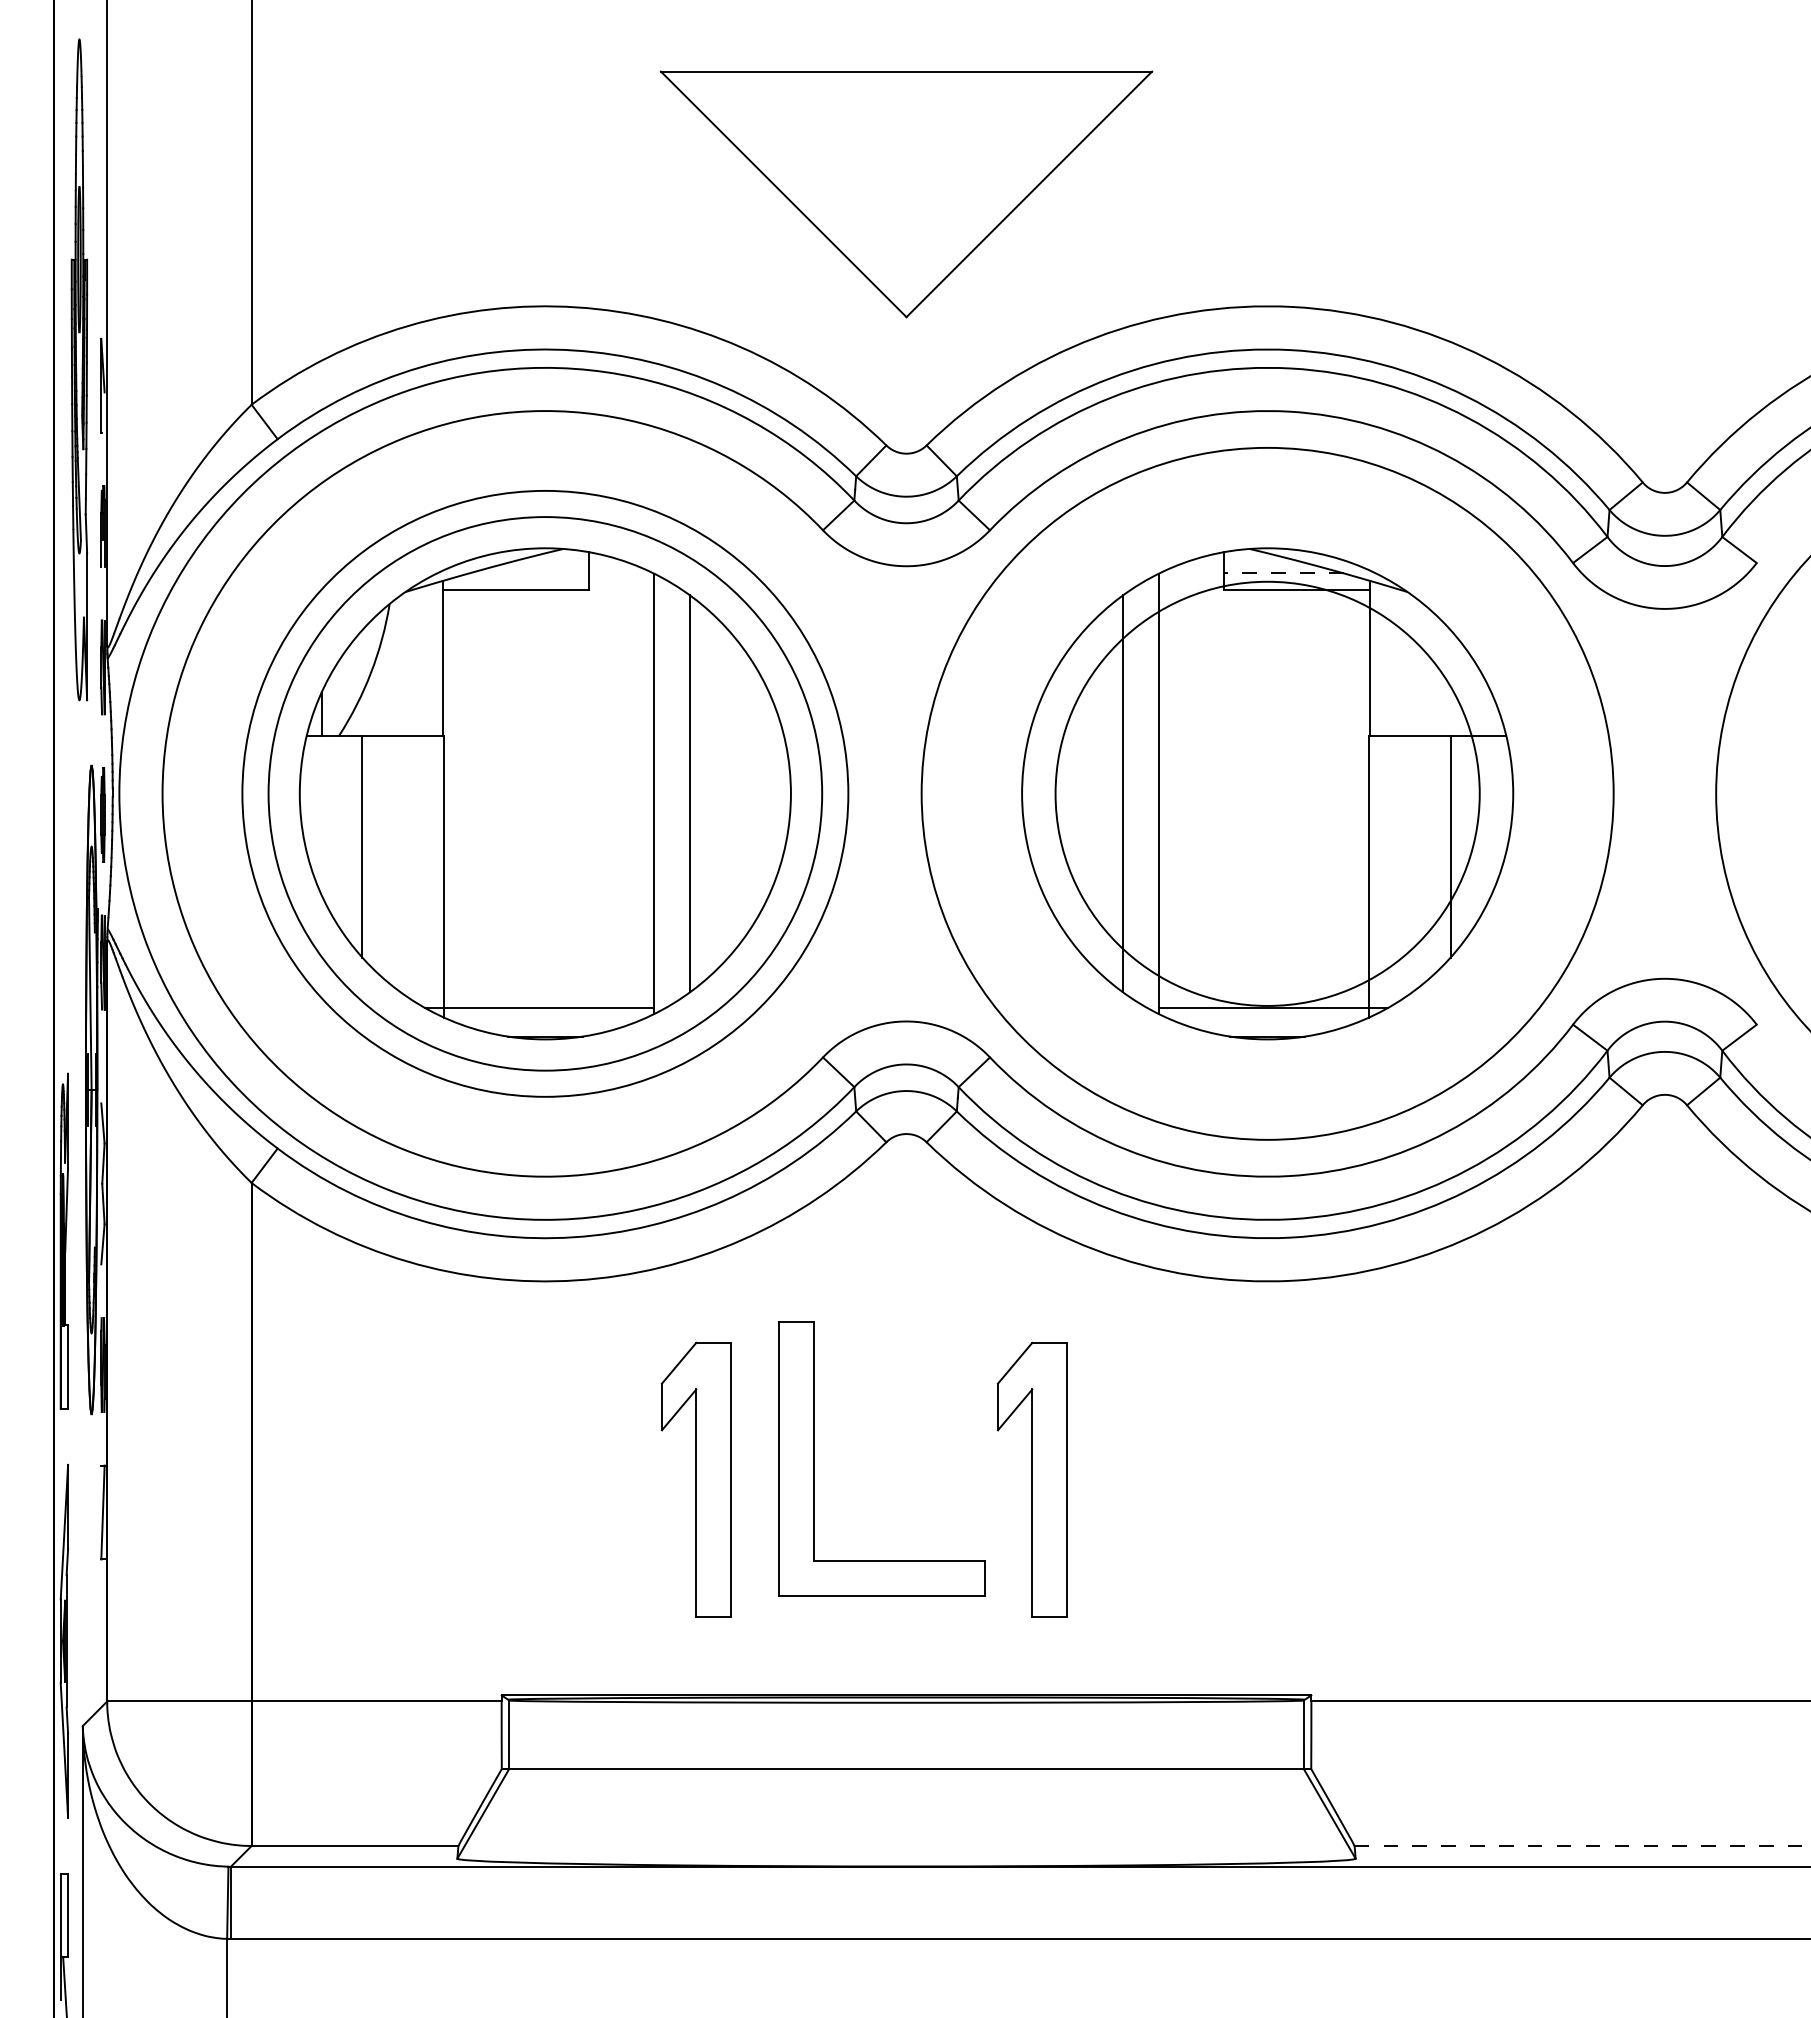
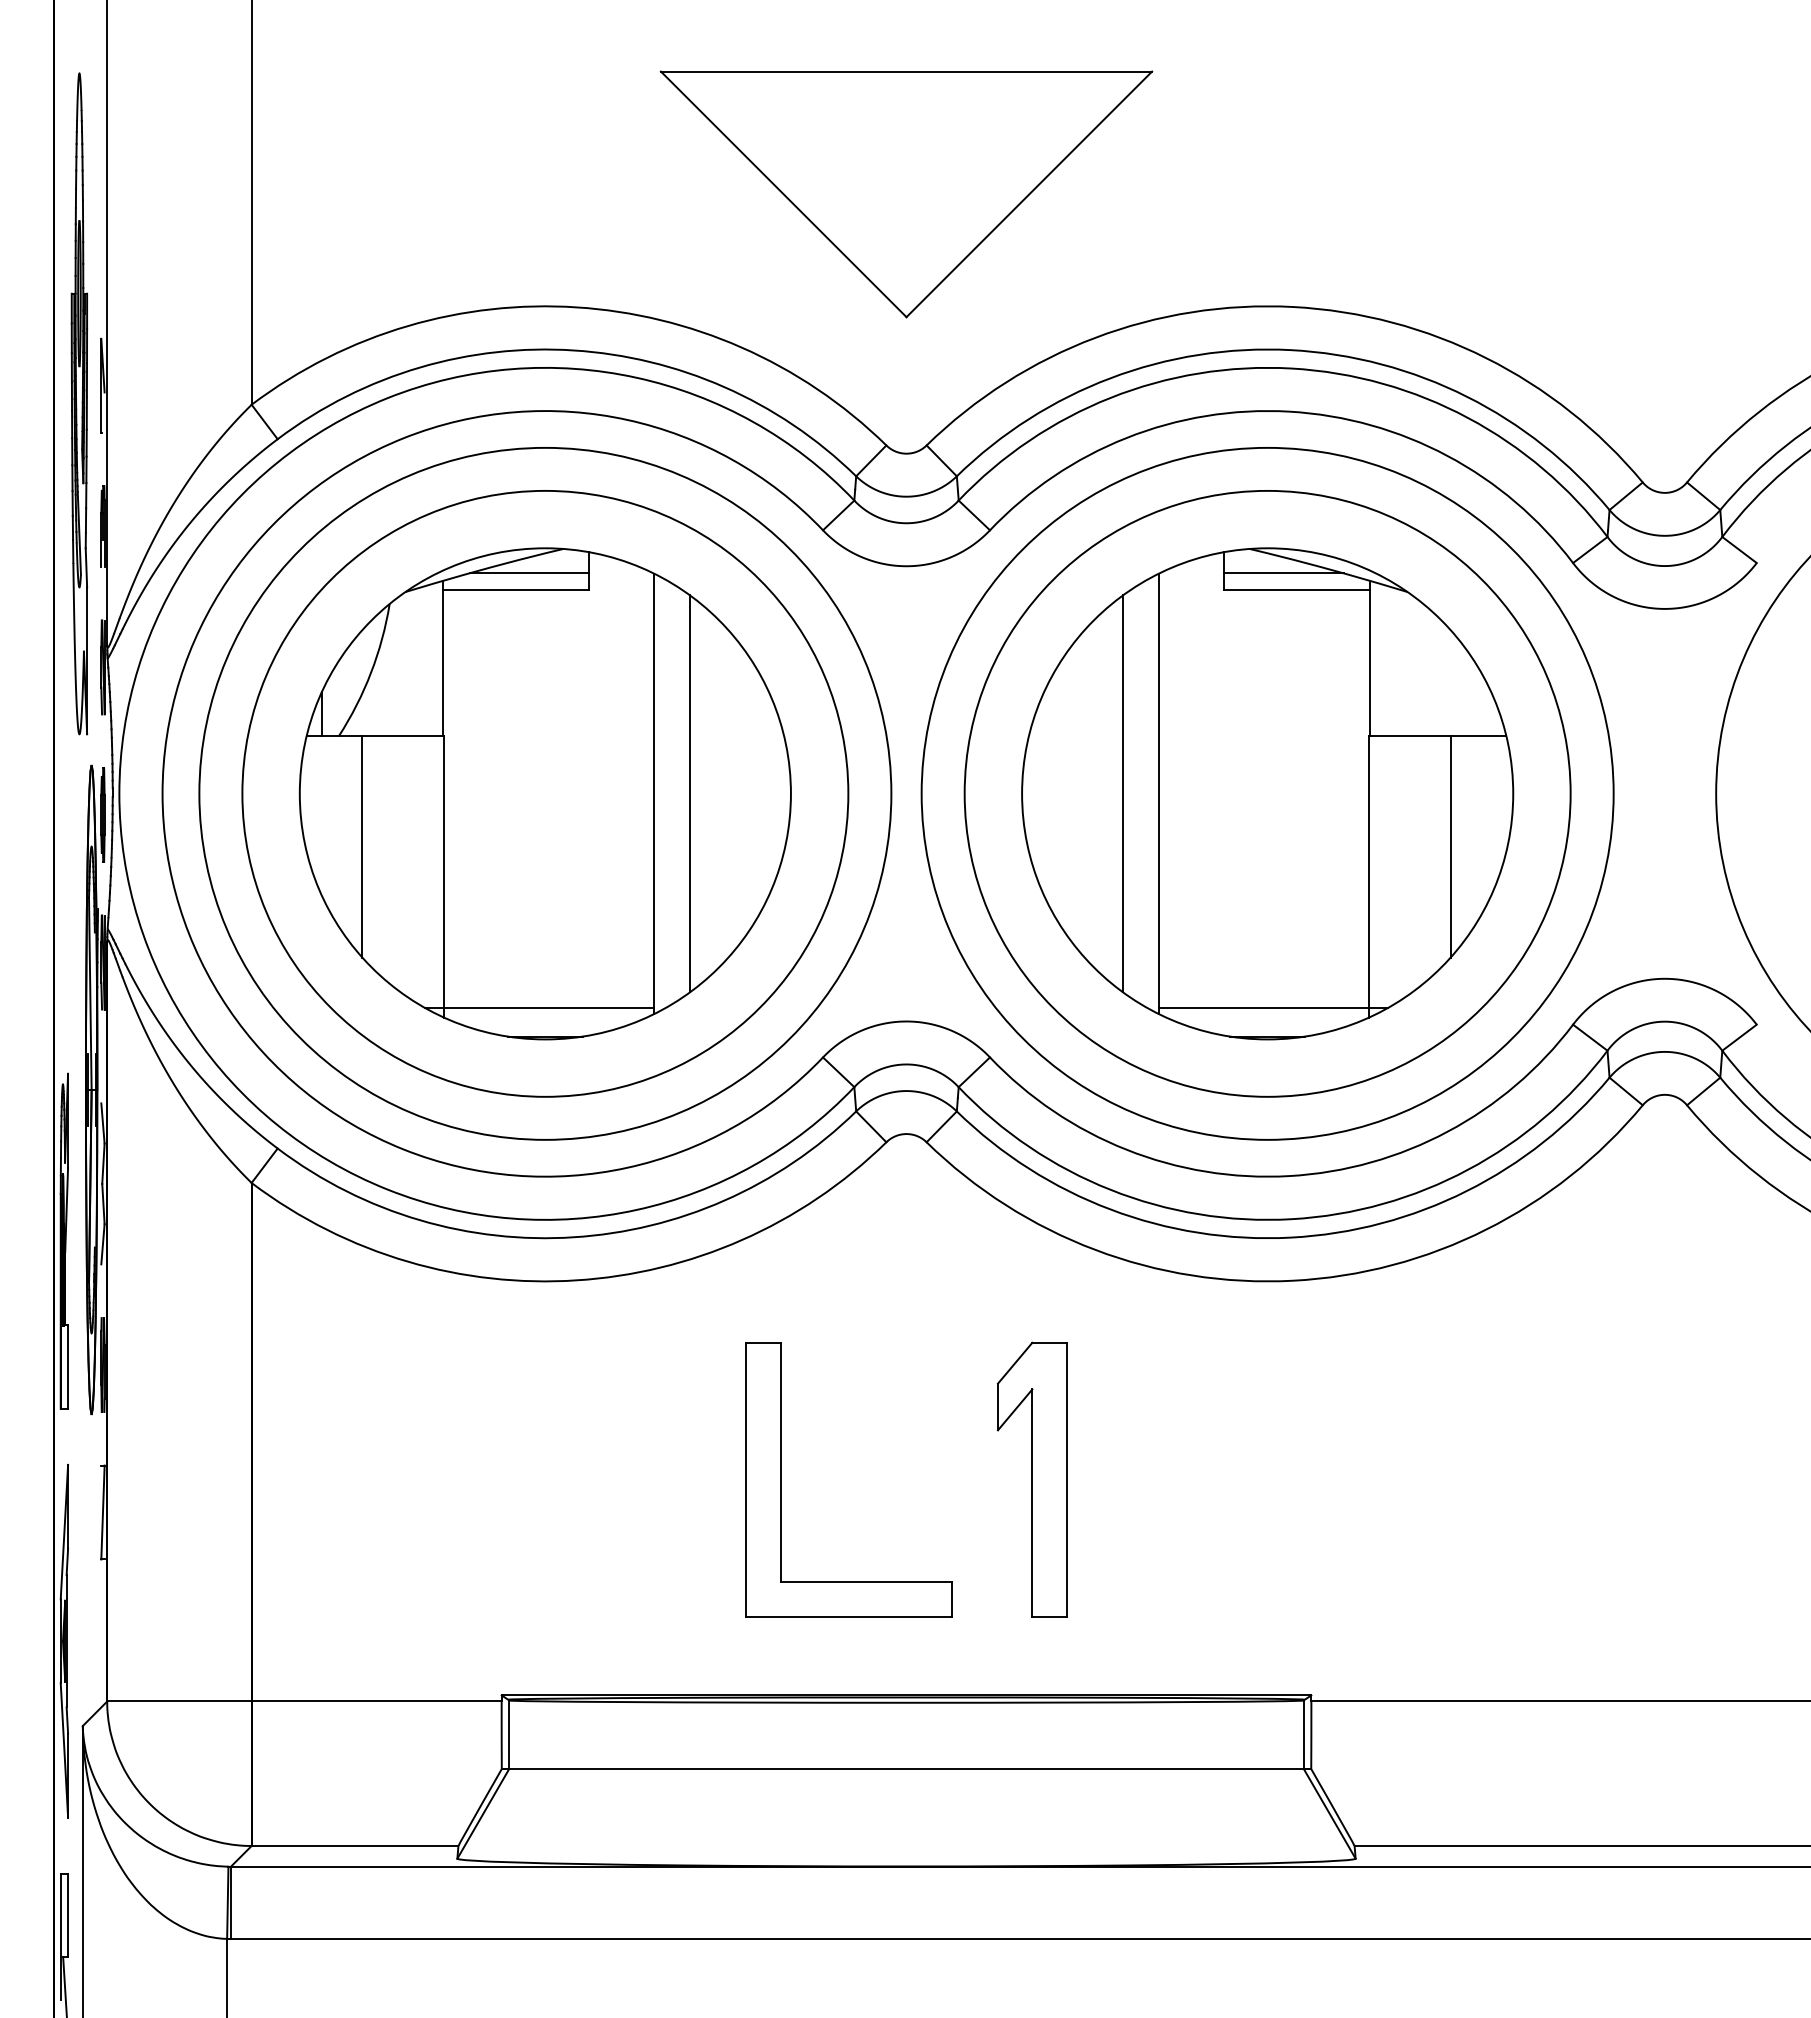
part at (79, 369) position: (79, 369) -> (79, 403)
line at (528, 573): none -> present
line at (1283, 573): dashed -> solid
circle at (545, 793) diameter: 554 px -> 692 px
circle at (1267, 793) diameter: 424 px -> 606 px
part at (814, 1458) position: (814, 1458) -> (781, 1479)
part at (695, 1479): present -> none
line at (1582, 1845): dashed -> solid
